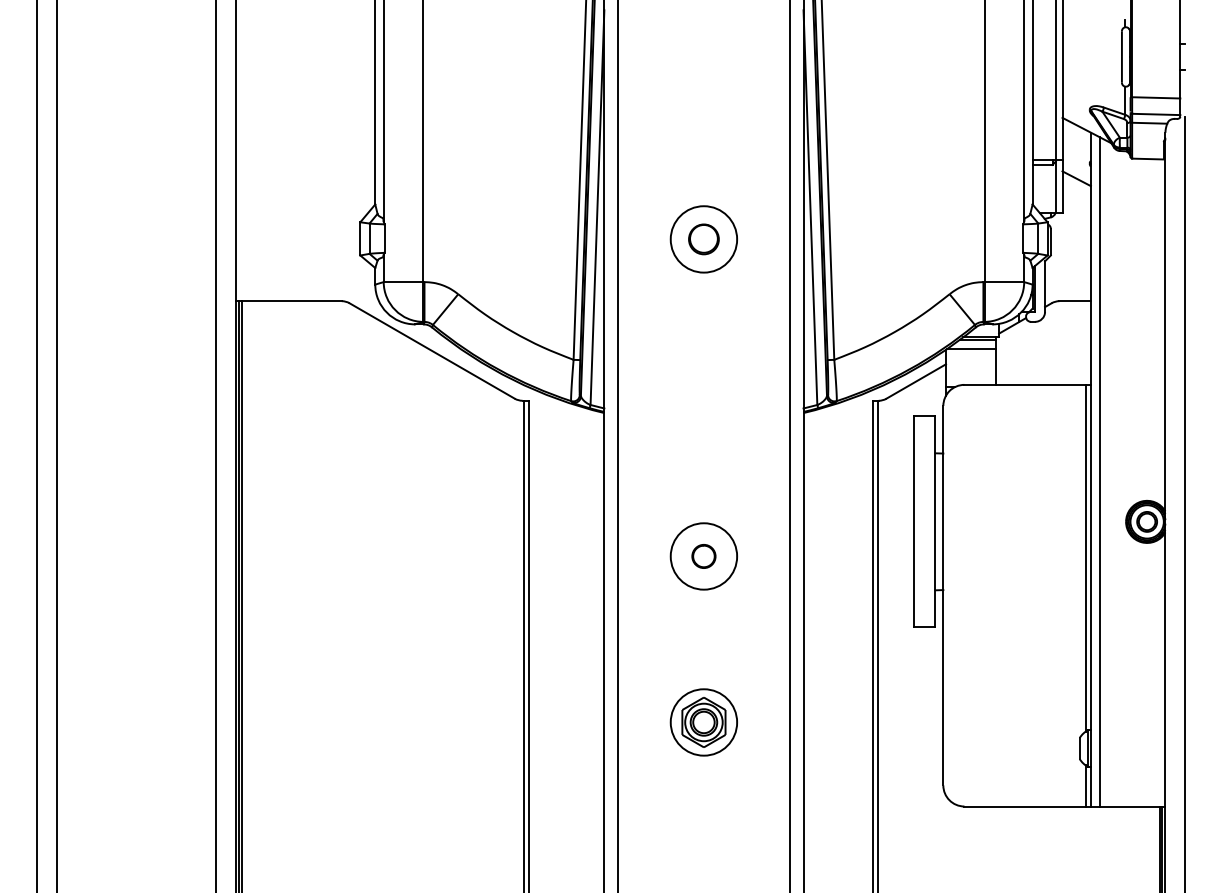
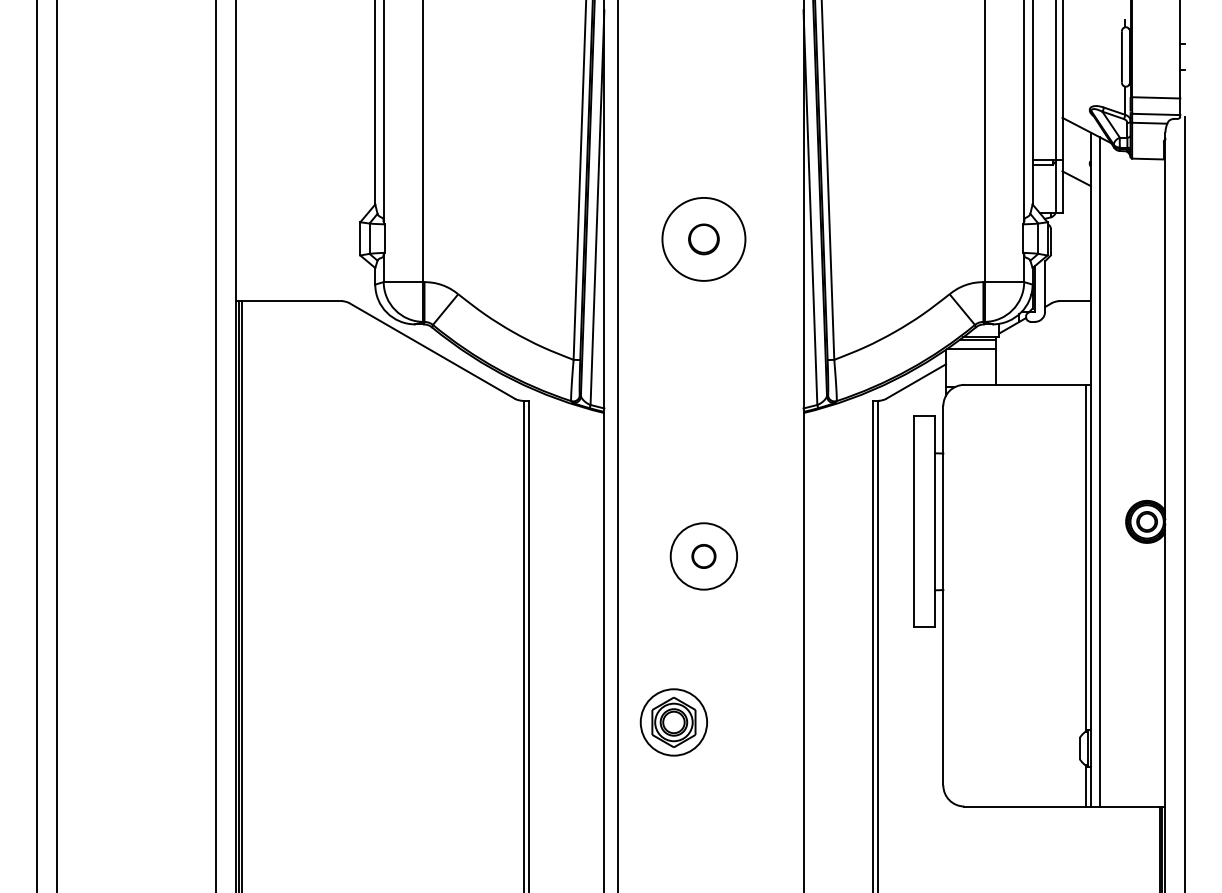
circle at (703, 239) diameter: 66 px -> 83 px
line at (790, 445): present -> none
part at (703, 722) position: (703, 722) -> (673, 722)
